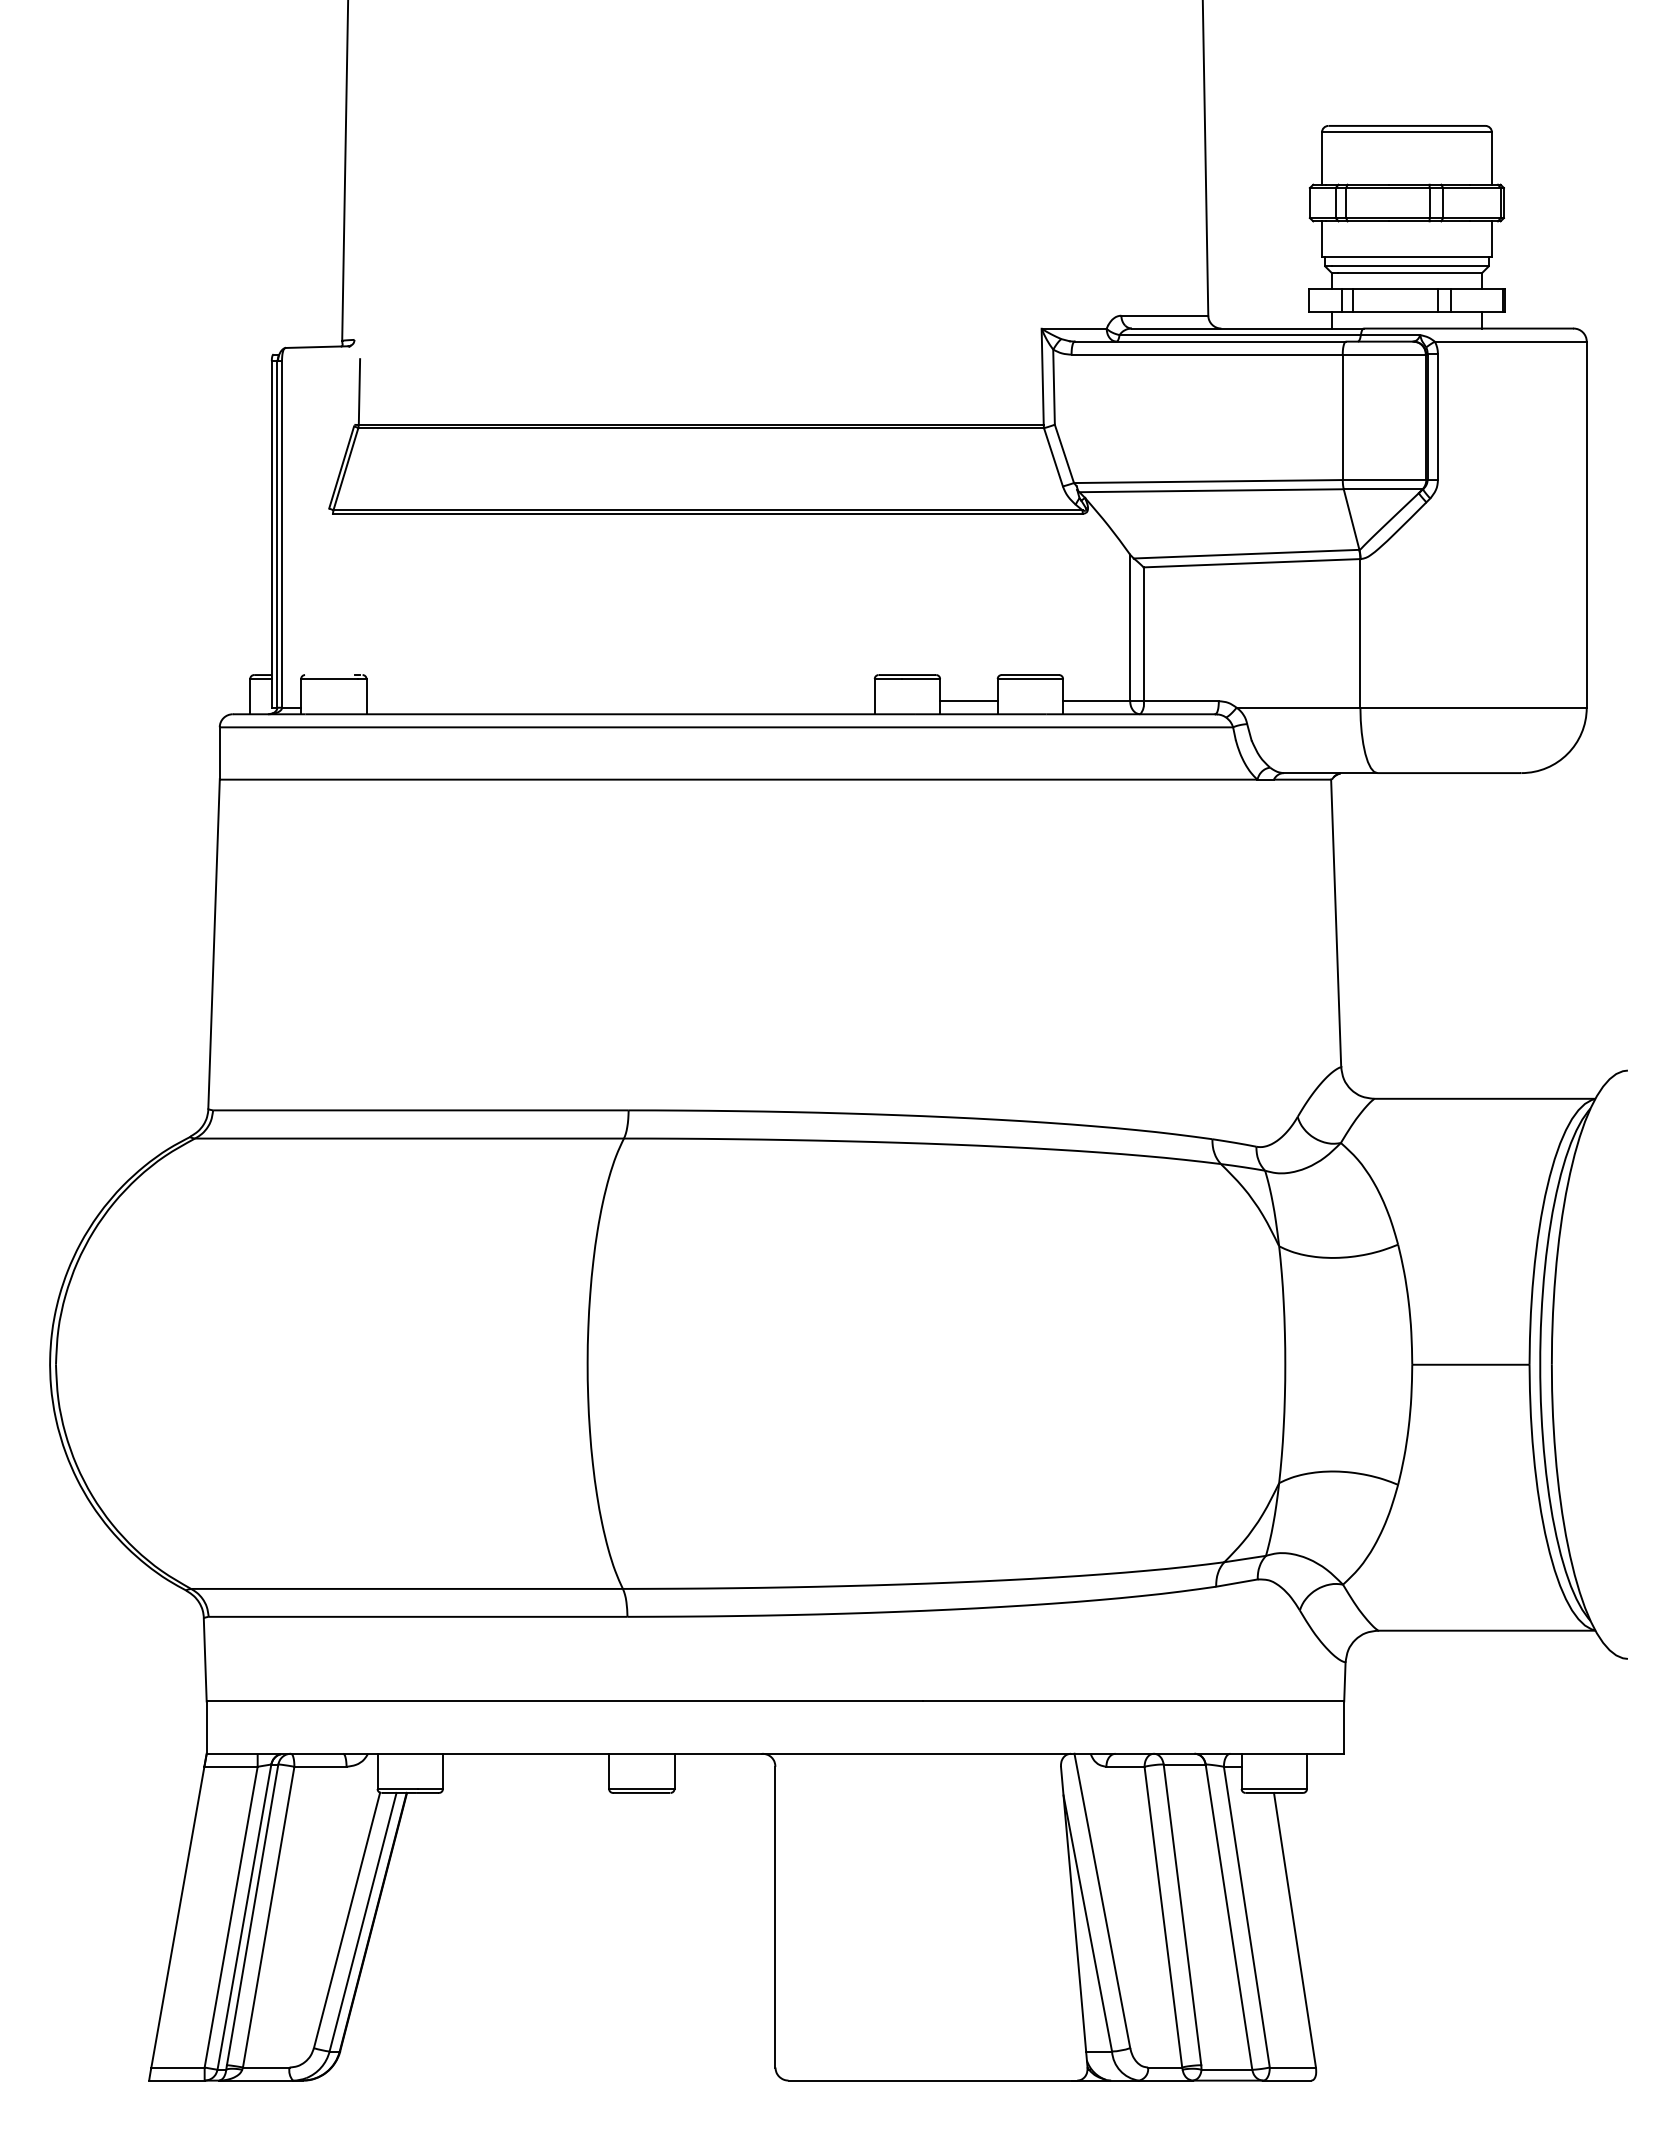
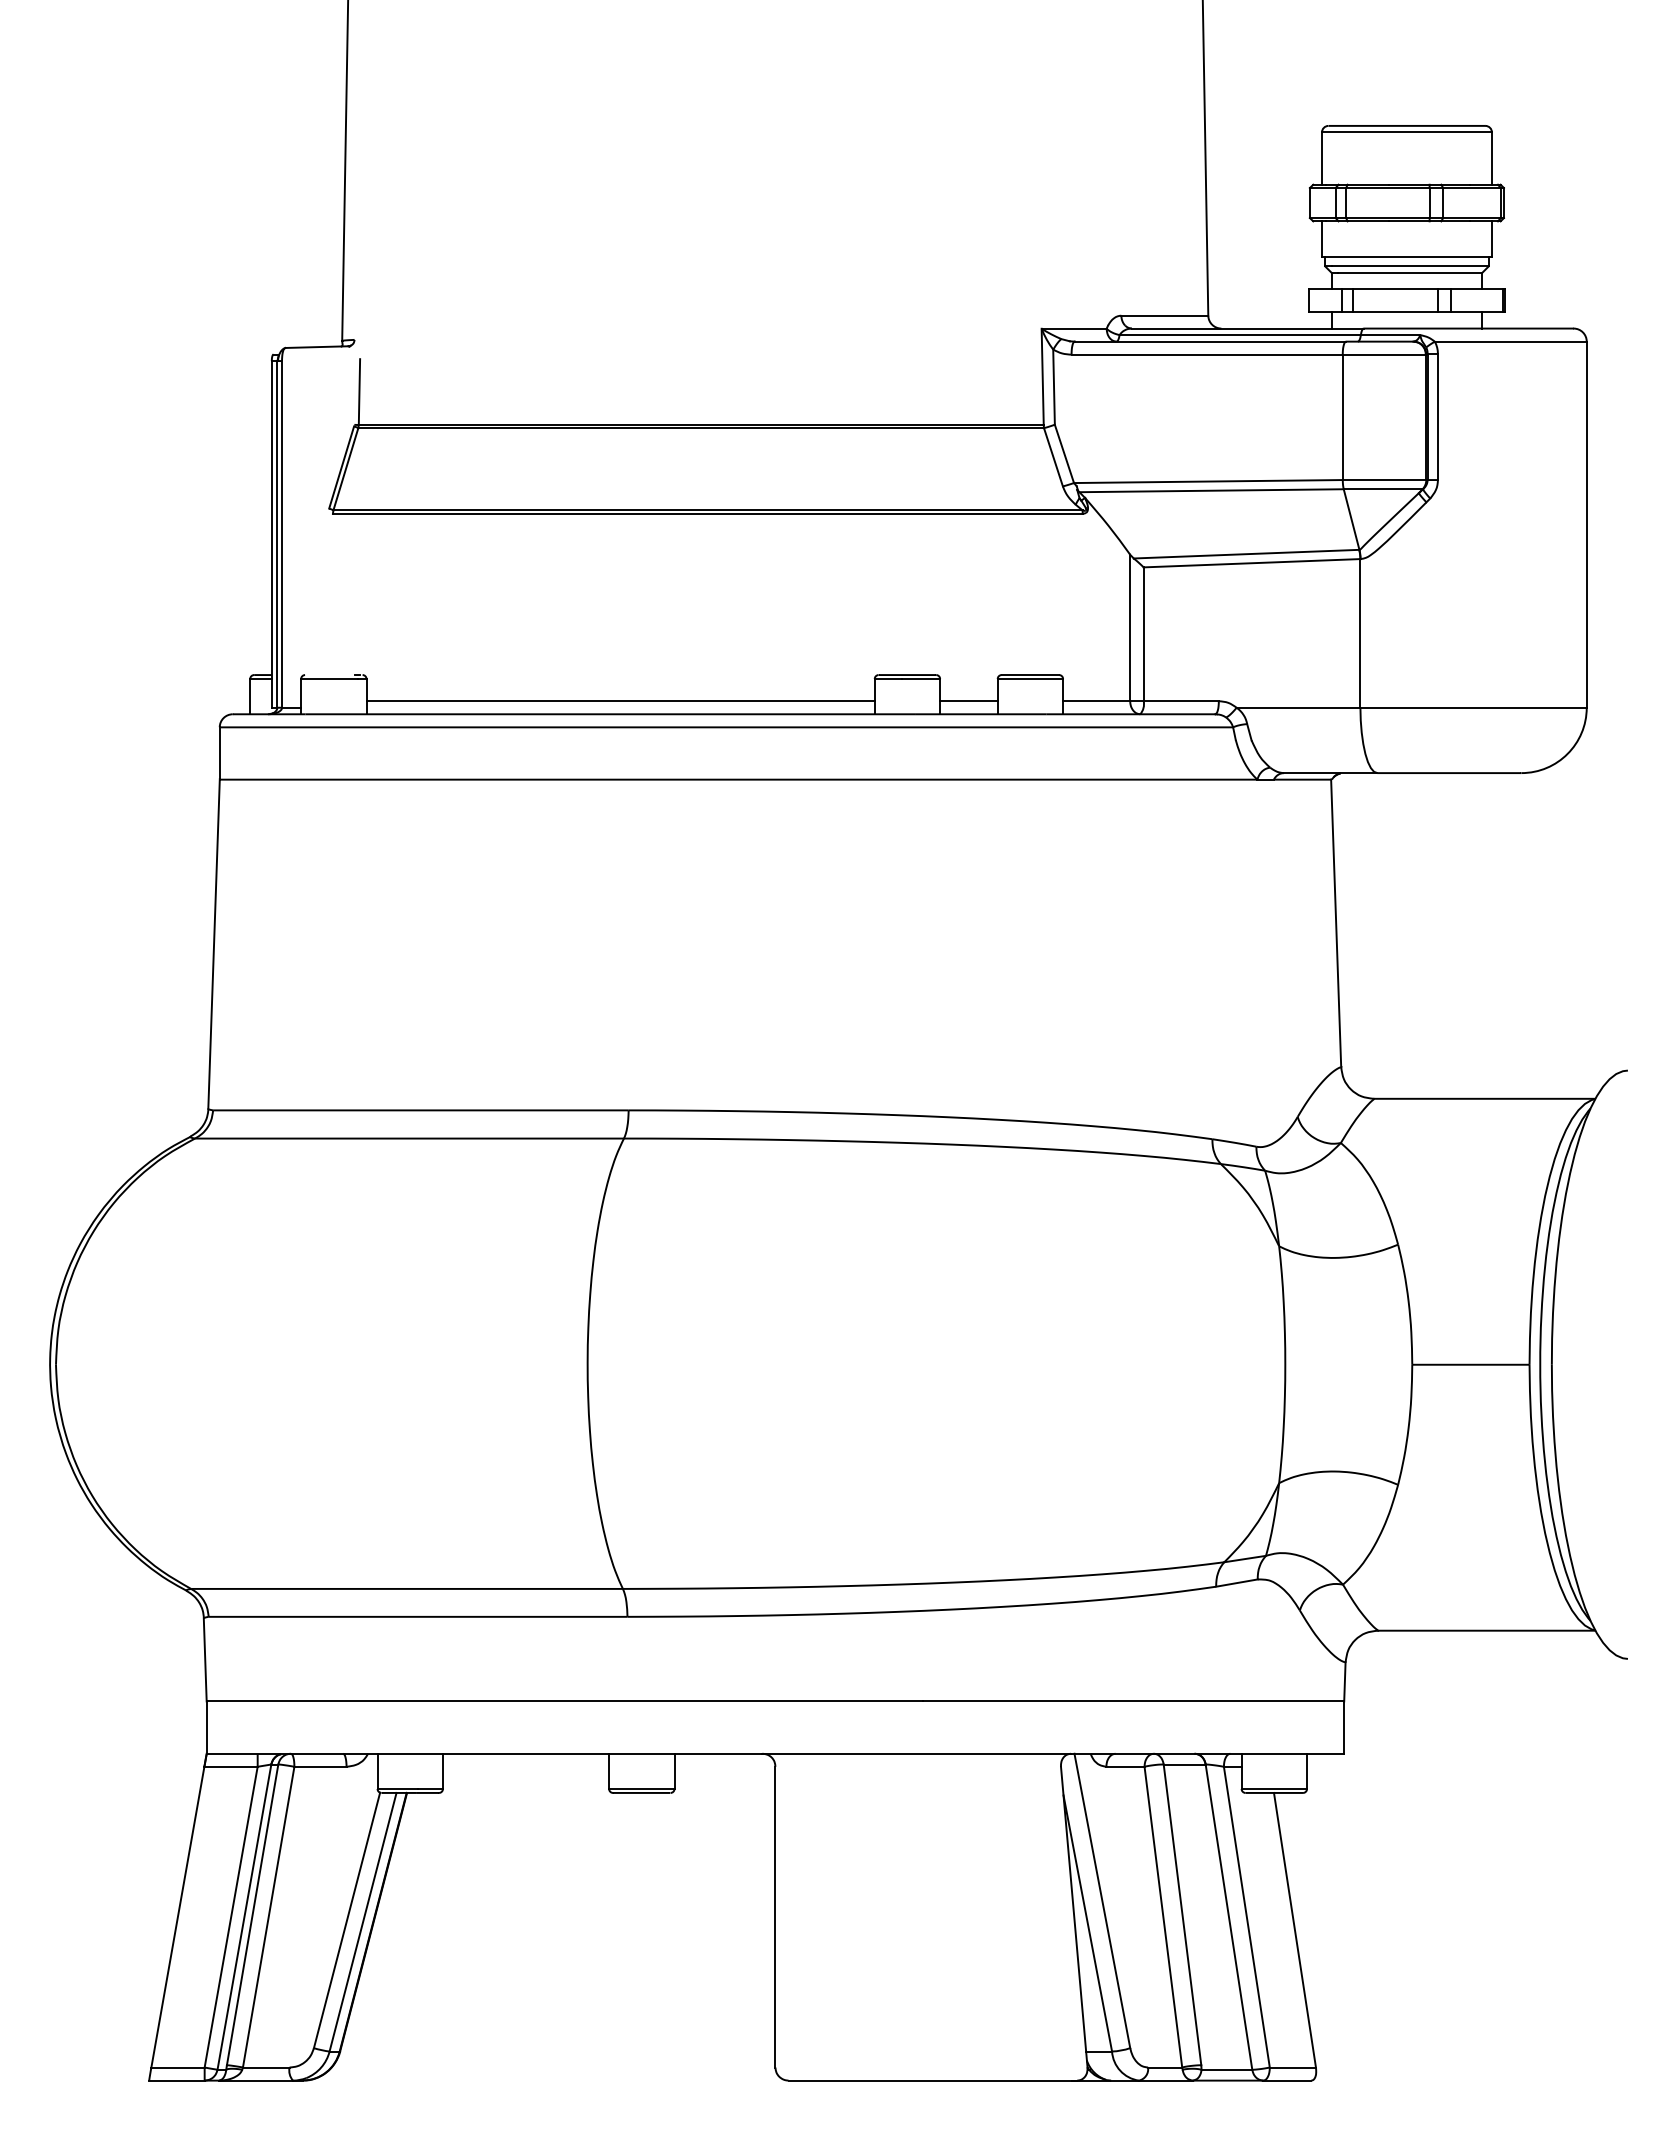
line at (620, 701): none -> present
